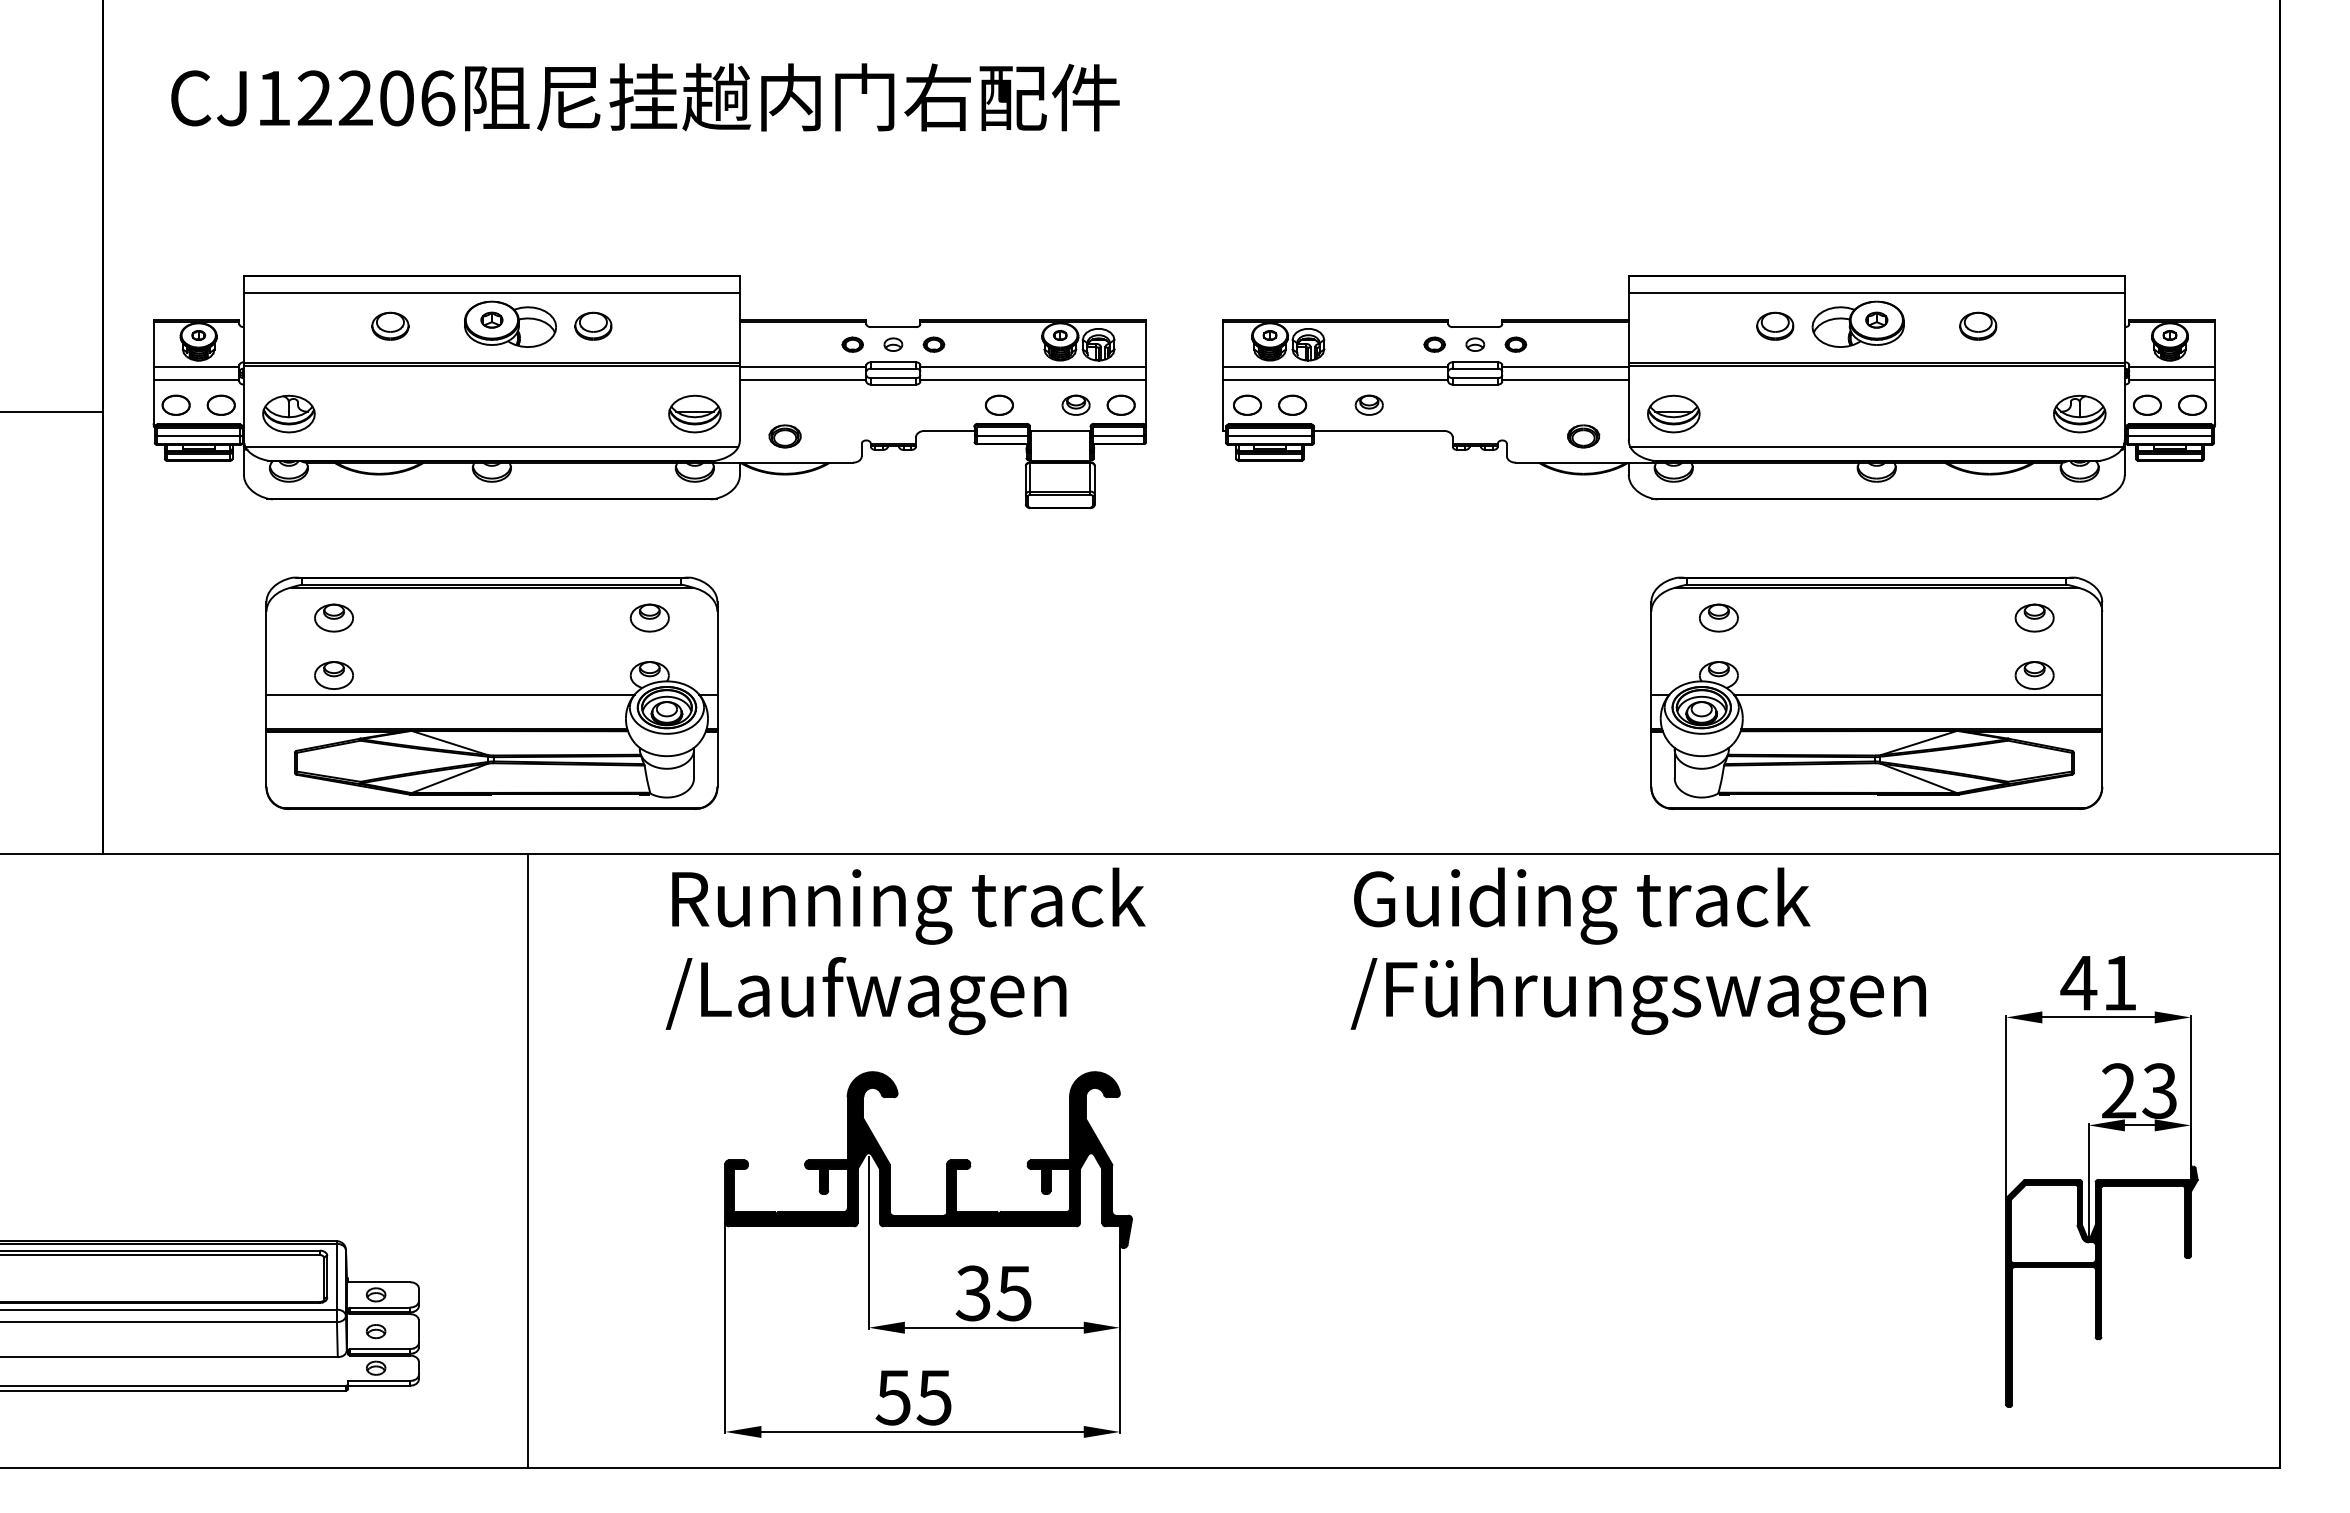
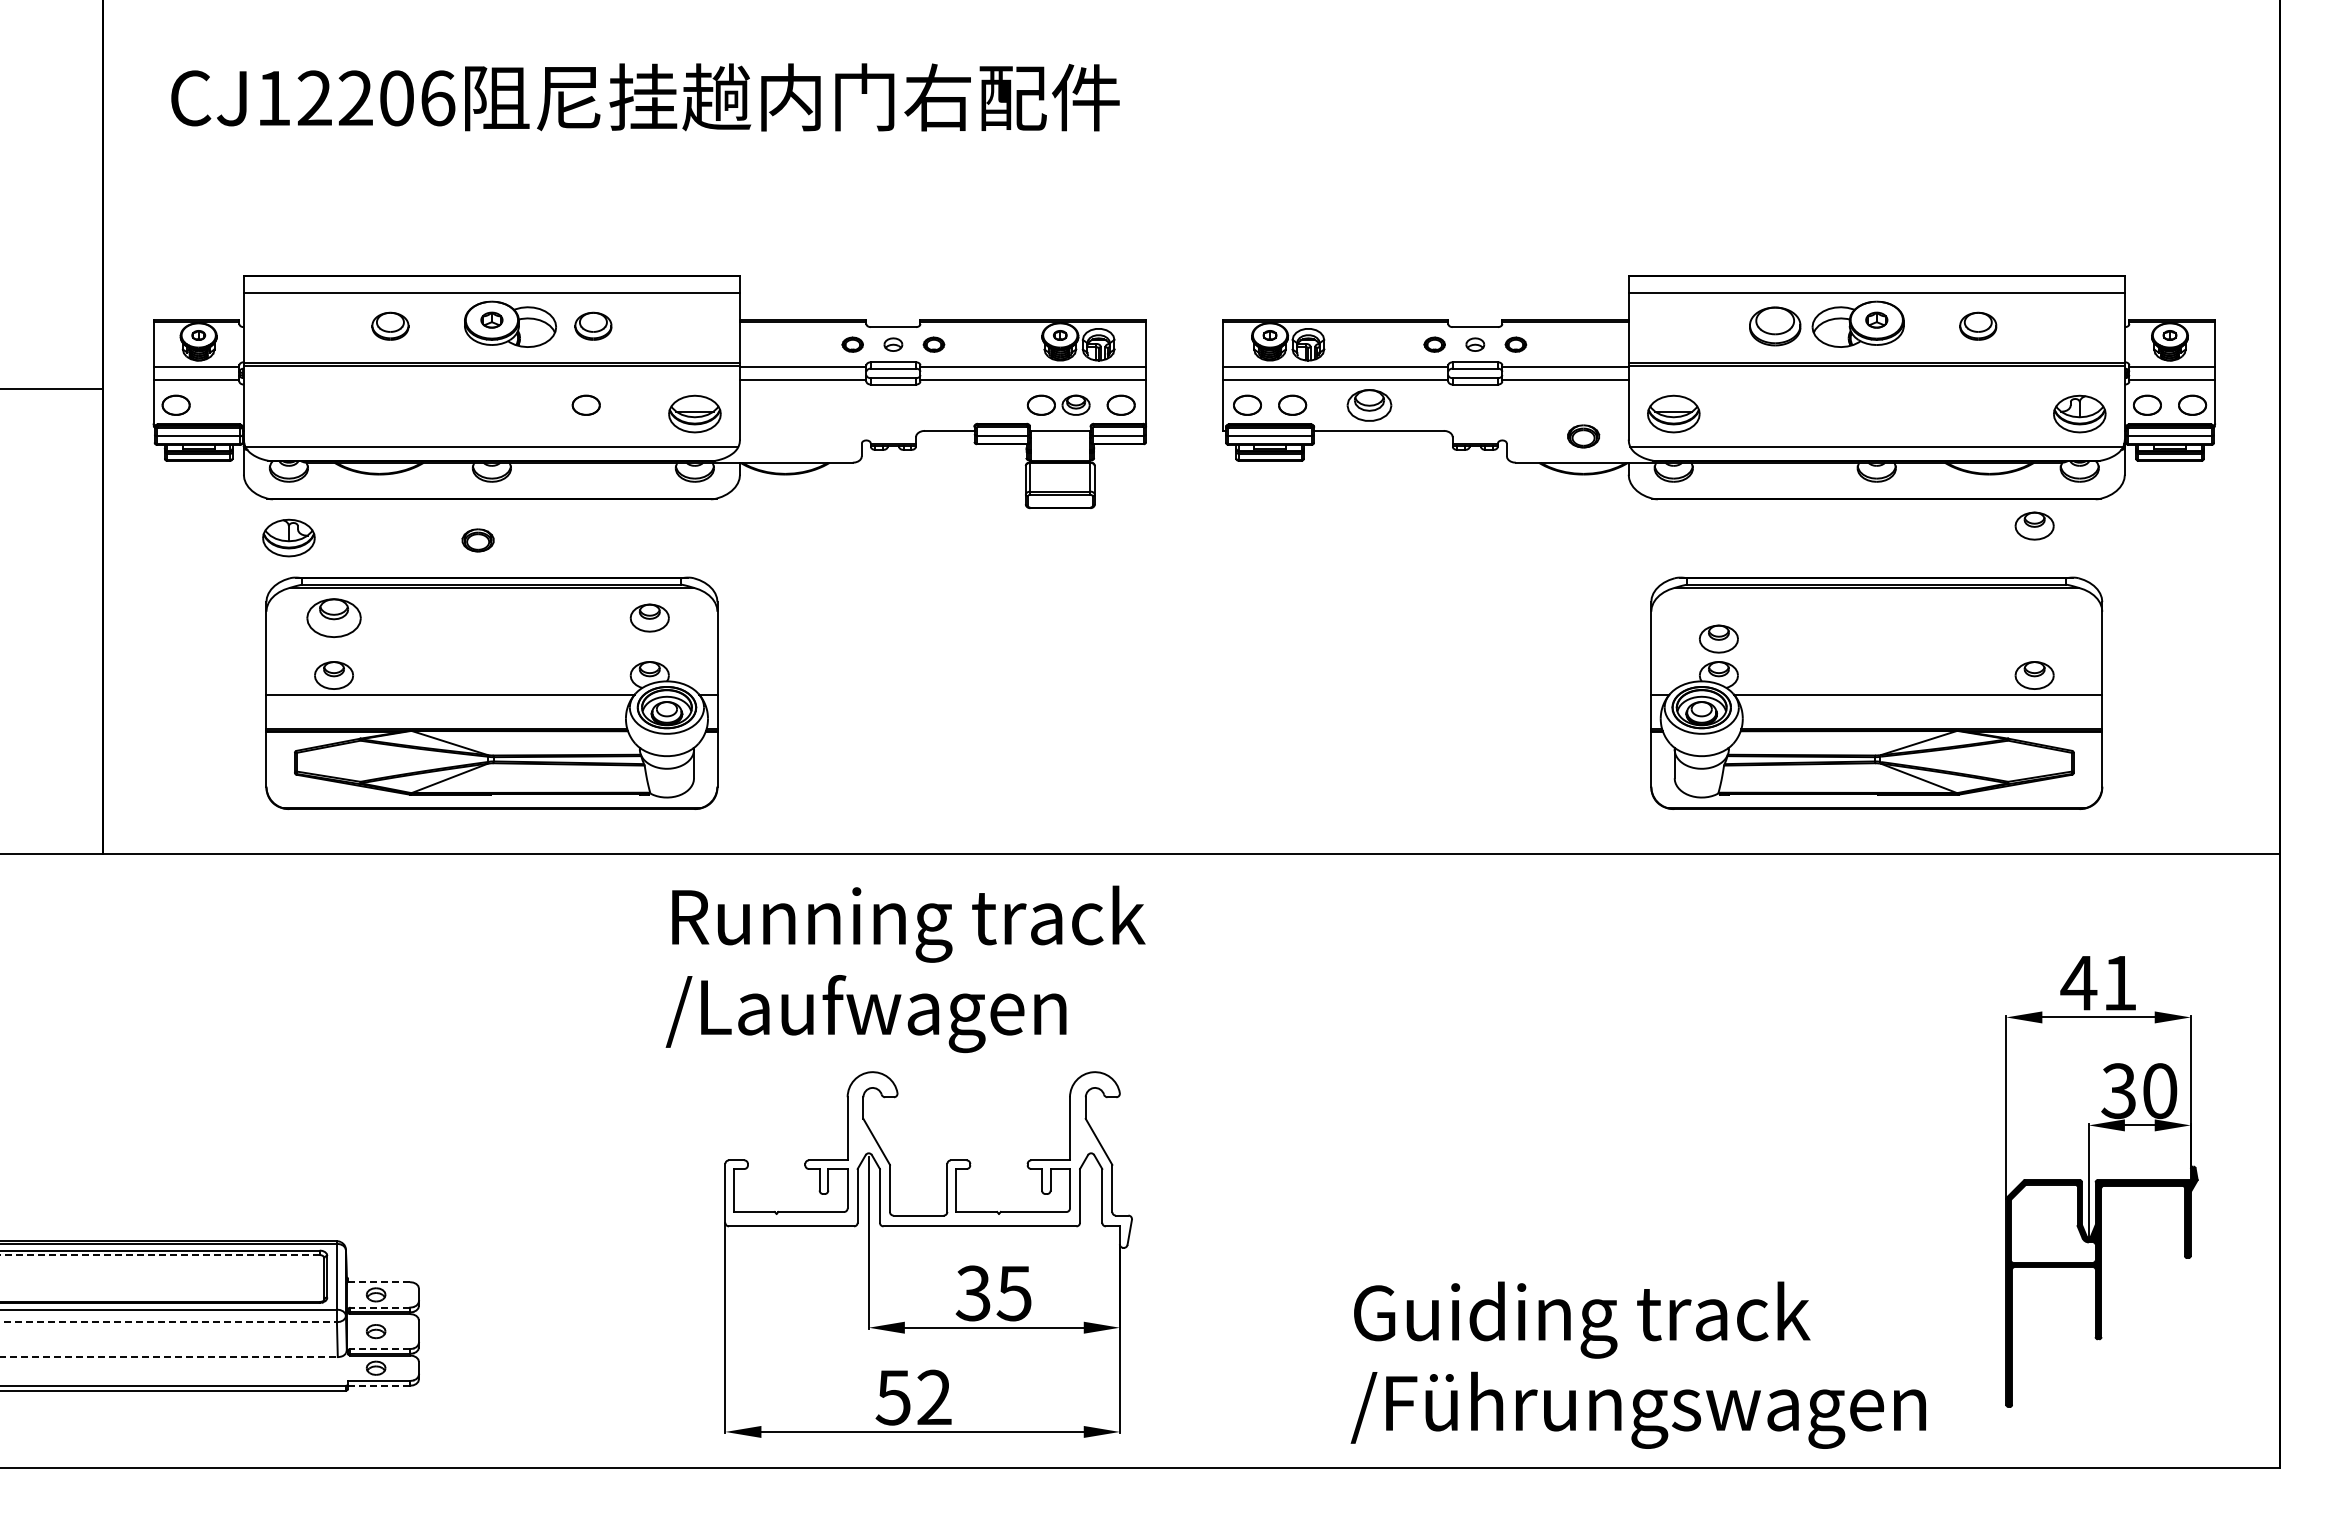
part at (1775, 325) size: 39x30 px -> 53x41 px
part at (220, 404) position: (220, 404) -> (585, 404)
part at (998, 404) position: (998, 404) -> (1040, 404)
part at (1368, 404) size: 30x22 px -> 47x33 px
line at (52, 412) position: (52, 412) -> (52, 389)
part at (288, 413) position: (288, 413) -> (288, 537)
part at (784, 436) position: (784, 436) -> (477, 540)
part at (333, 617) size: 40x30 px -> 56x40 px
part at (1718, 617) position: (1718, 617) -> (1718, 638)
part at (2034, 617) position: (2034, 617) -> (2034, 525)
text at (1637, 950) position: (1637, 950) -> (1637, 1364)
text at (905, 951) position: (905, 951) -> (905, 969)
text at (2139, 1091): 23 -> 30
fill at (928, 1159): present -> none
line at (528, 1160): present -> none
line at (159, 1255): solid -> dashed
line at (379, 1282): solid -> dashed
line at (380, 1307): solid -> dashed
line at (168, 1322): solid -> dashed
line at (380, 1349): solid -> dashed
line at (168, 1357): solid -> dashed
line at (379, 1385): solid -> dashed
text at (933, 1397): 55 -> 52
